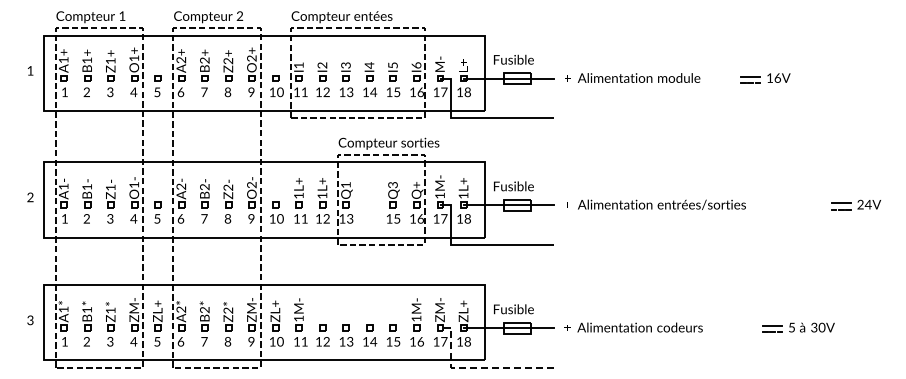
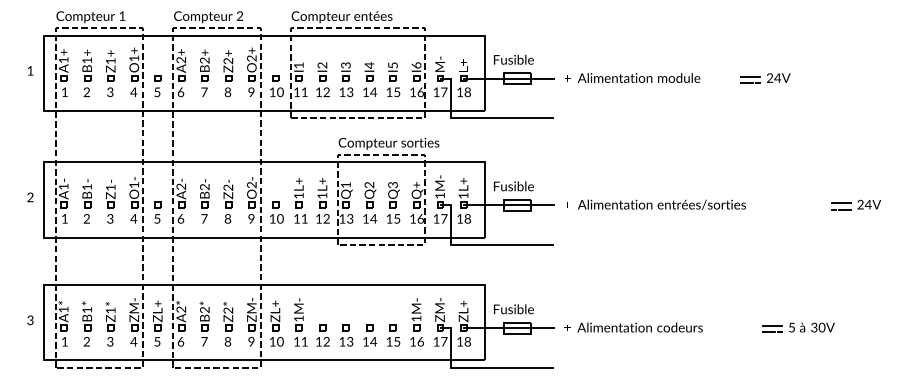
text at (773, 77): 16V -> 24V
part at (370, 202): none -> present
line at (476, 367): dashed -> solid
